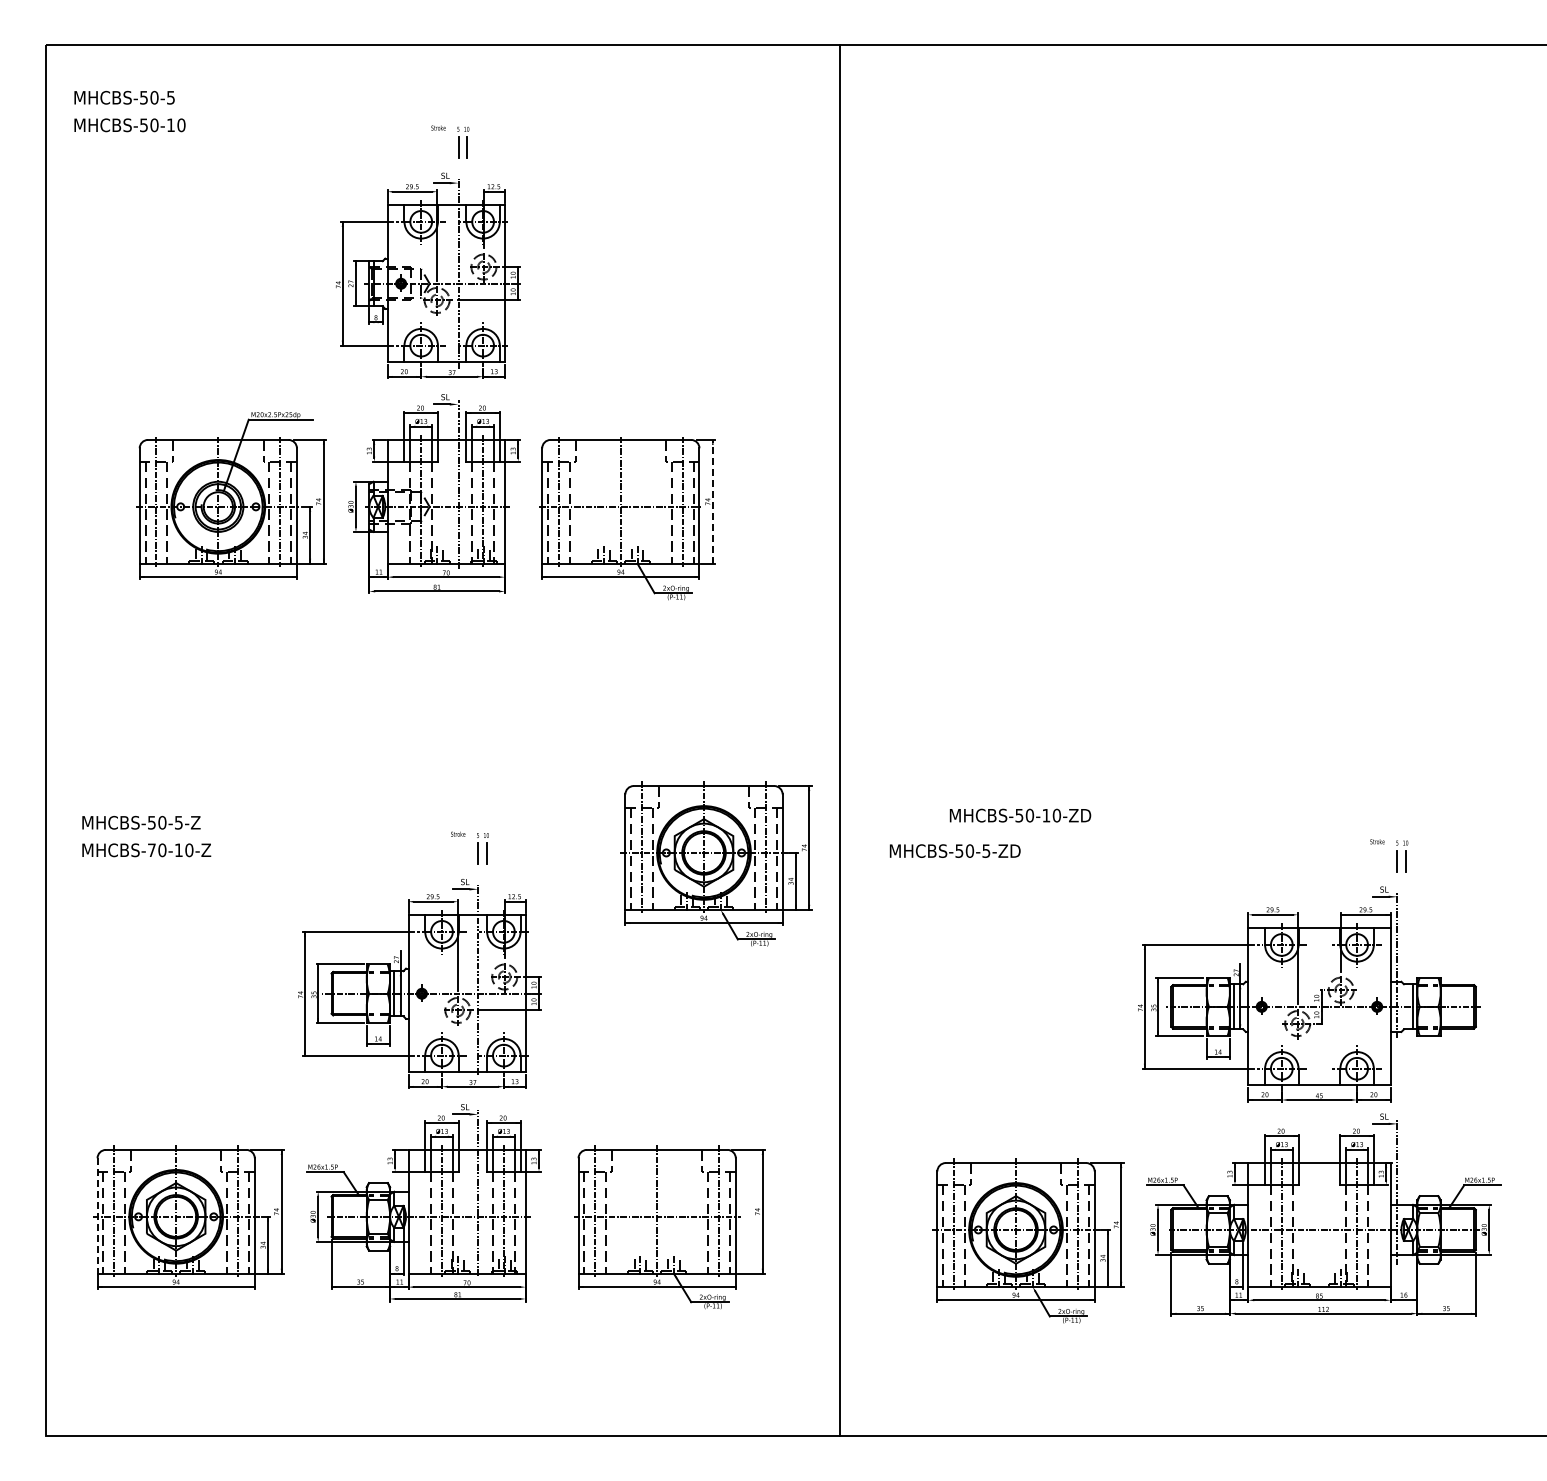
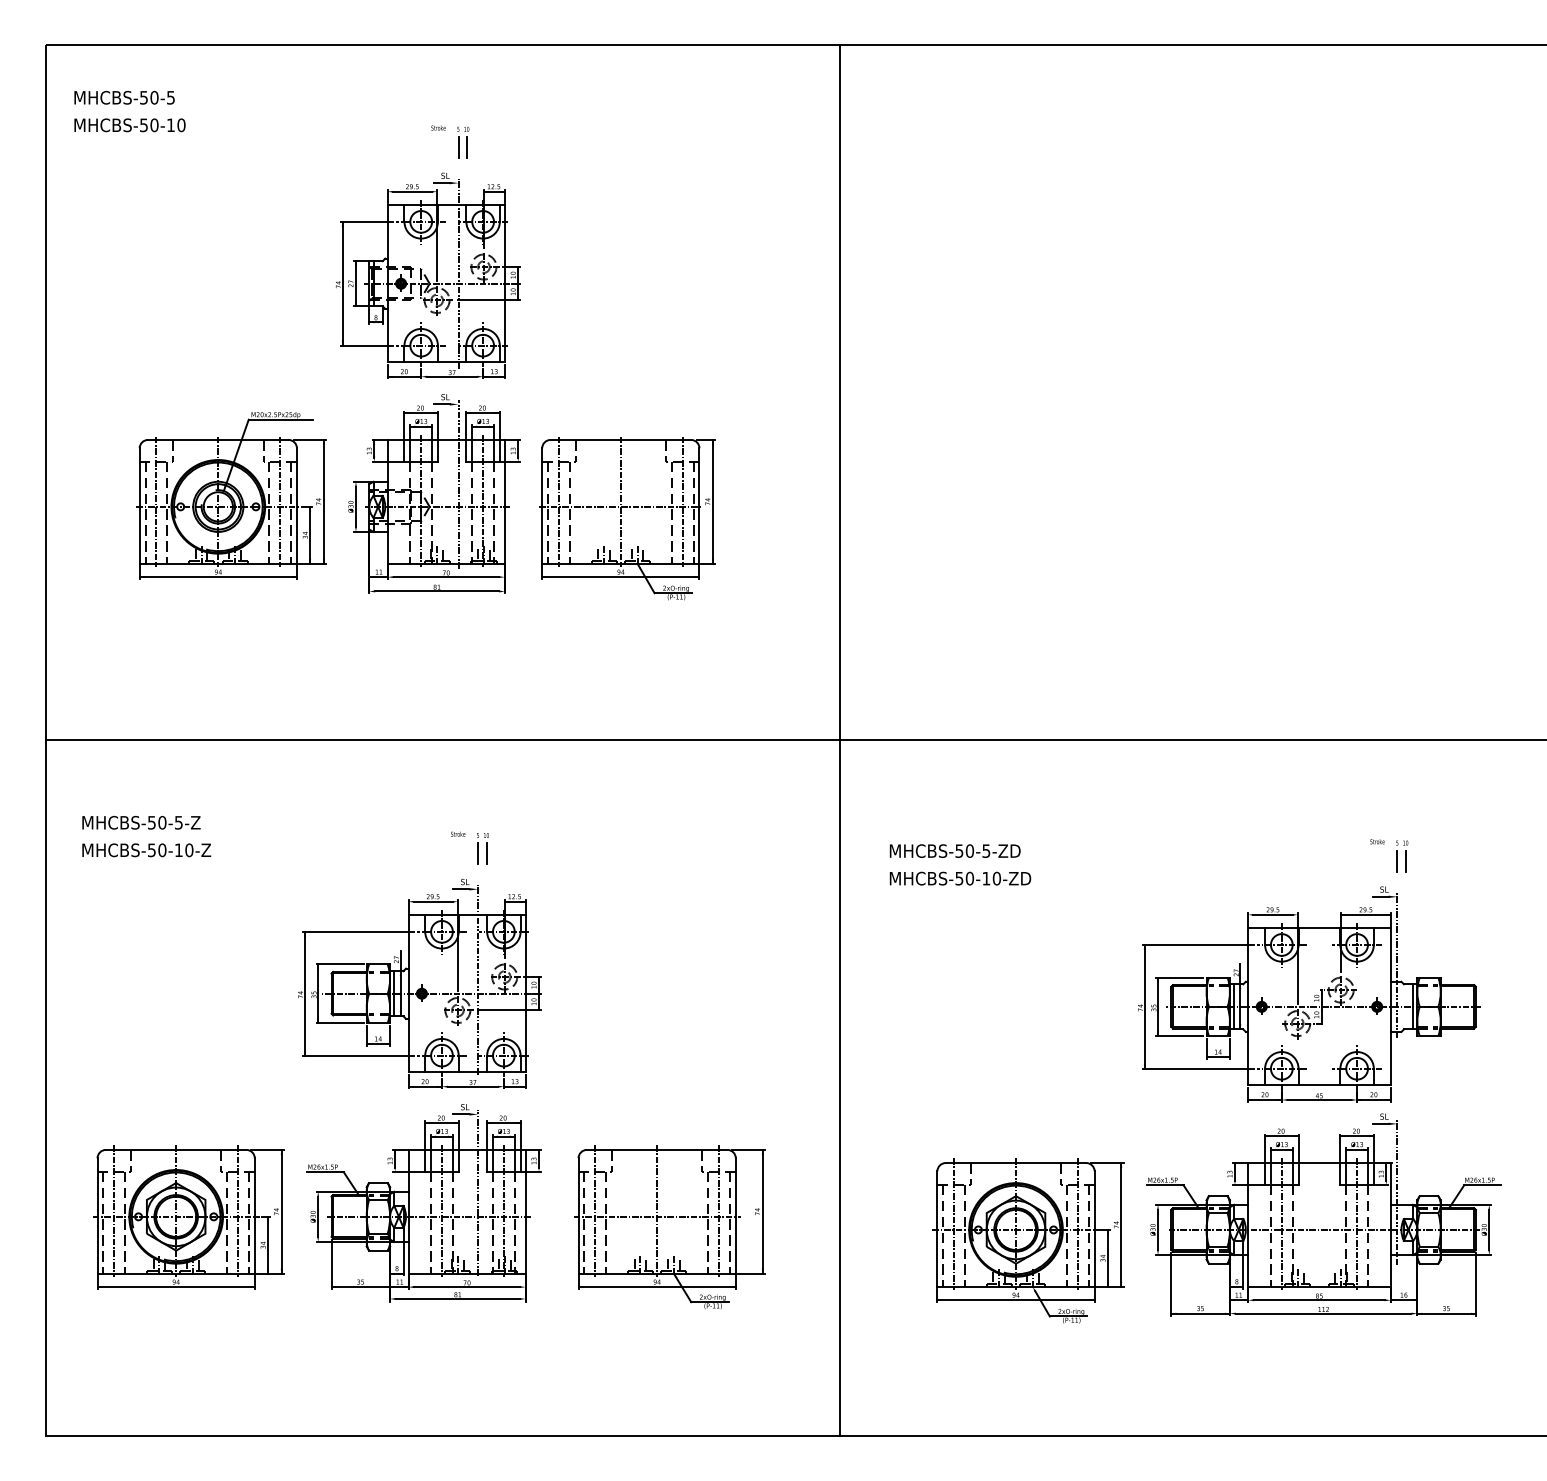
line at (712, 501): dashed -> solid
line at (794, 740): none -> present
text at (1020, 815) position: (1020, 815) -> (960, 878)
text at (151, 850): MHCBS-70-10-Z -> MHCBS-50-10-Z
part at (716, 863): present -> none
line at (97, 1216): dashed -> solid
